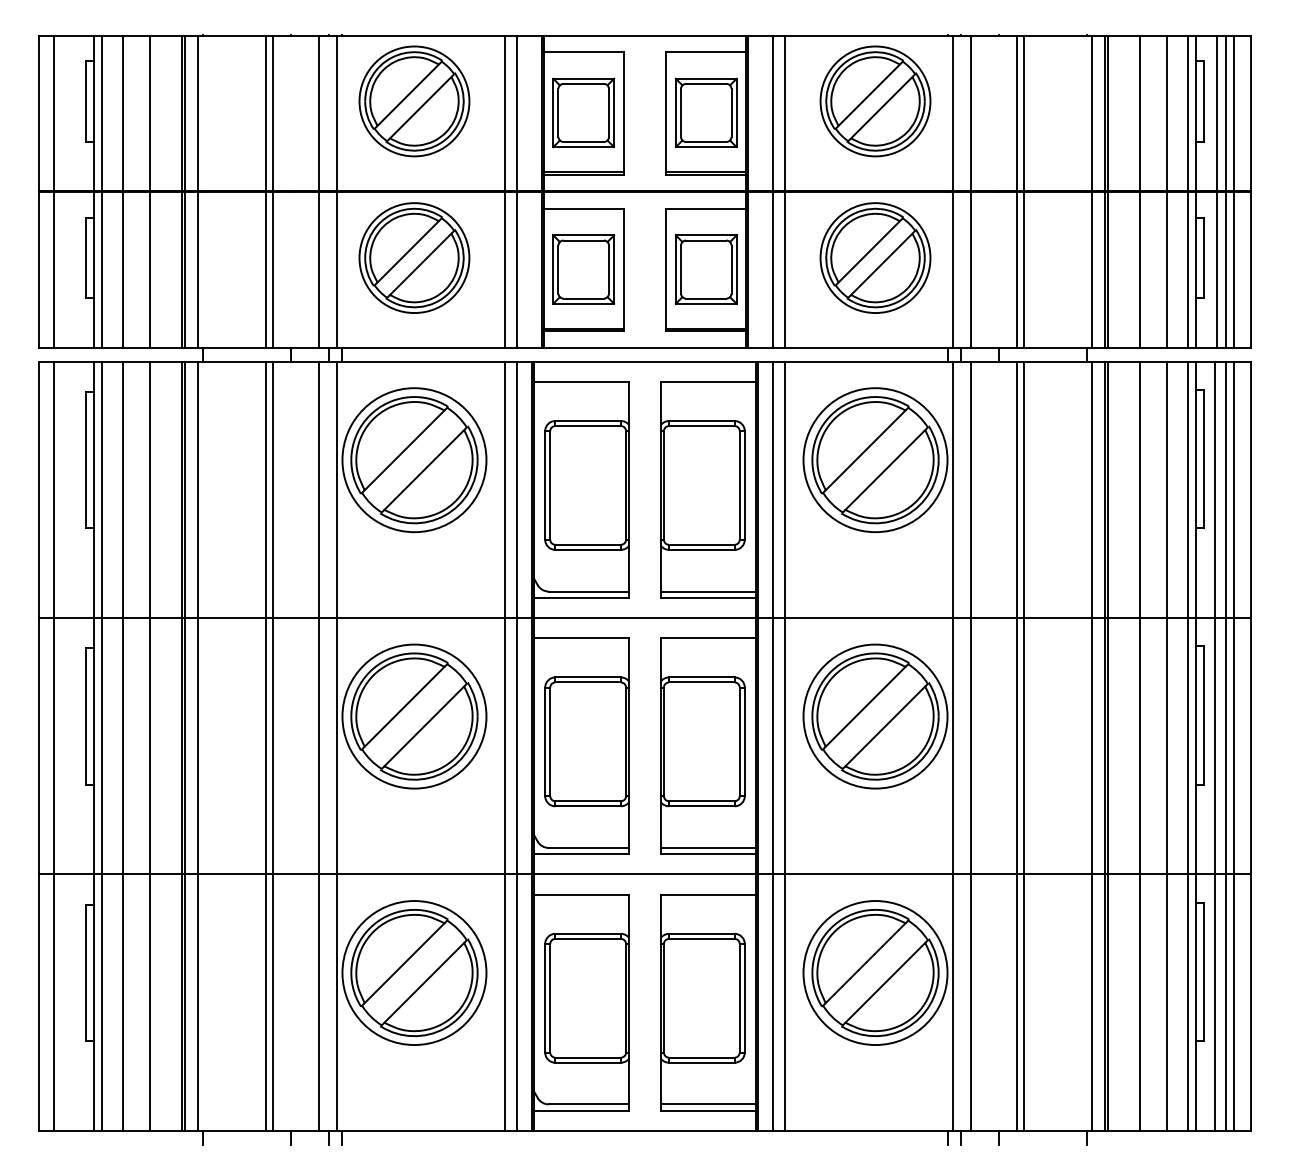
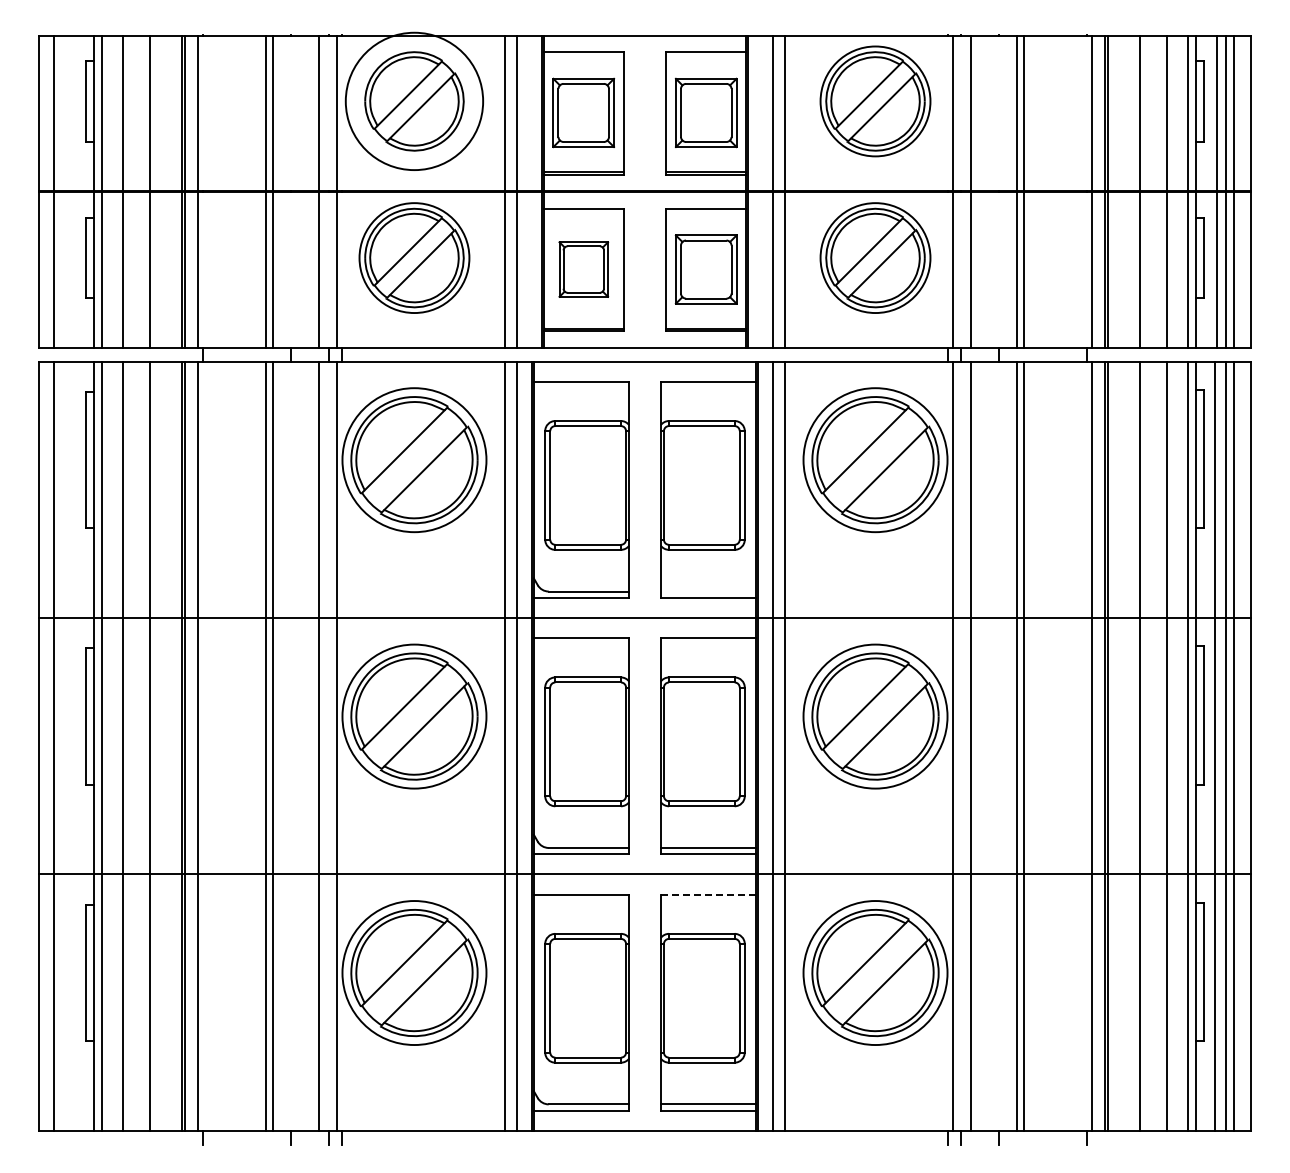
circle at (414, 101) diameter: 110 px -> 137 px
part at (583, 269) size: 64x71 px -> 52x57 px
line at (708, 591): present -> none
line at (708, 894): solid -> dashed
